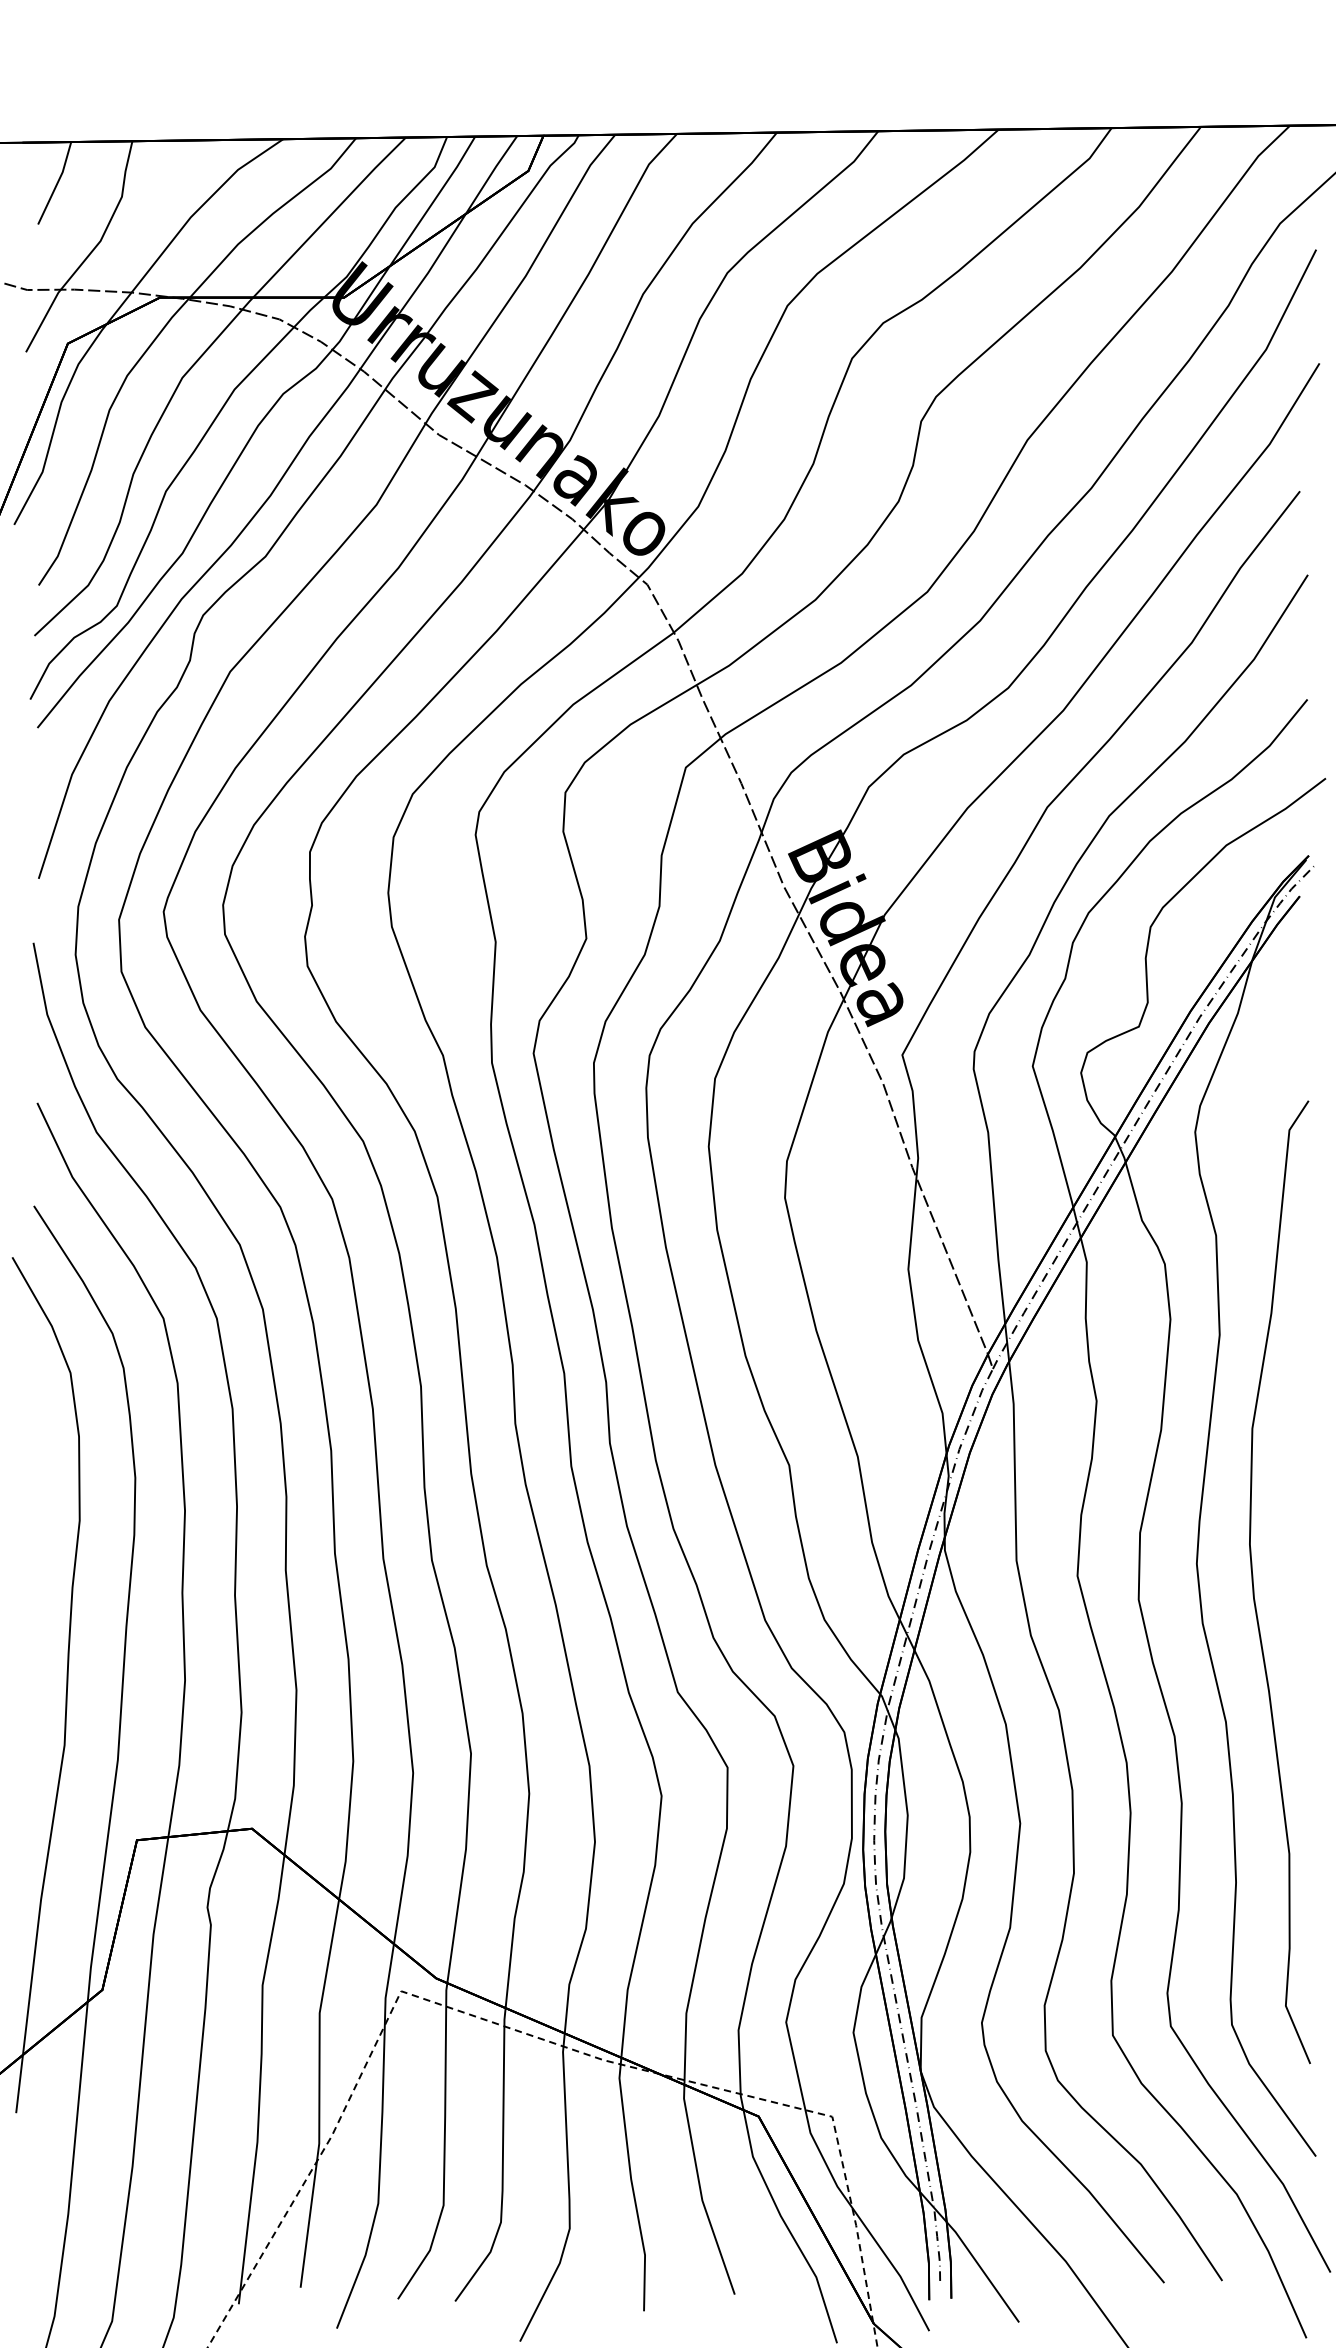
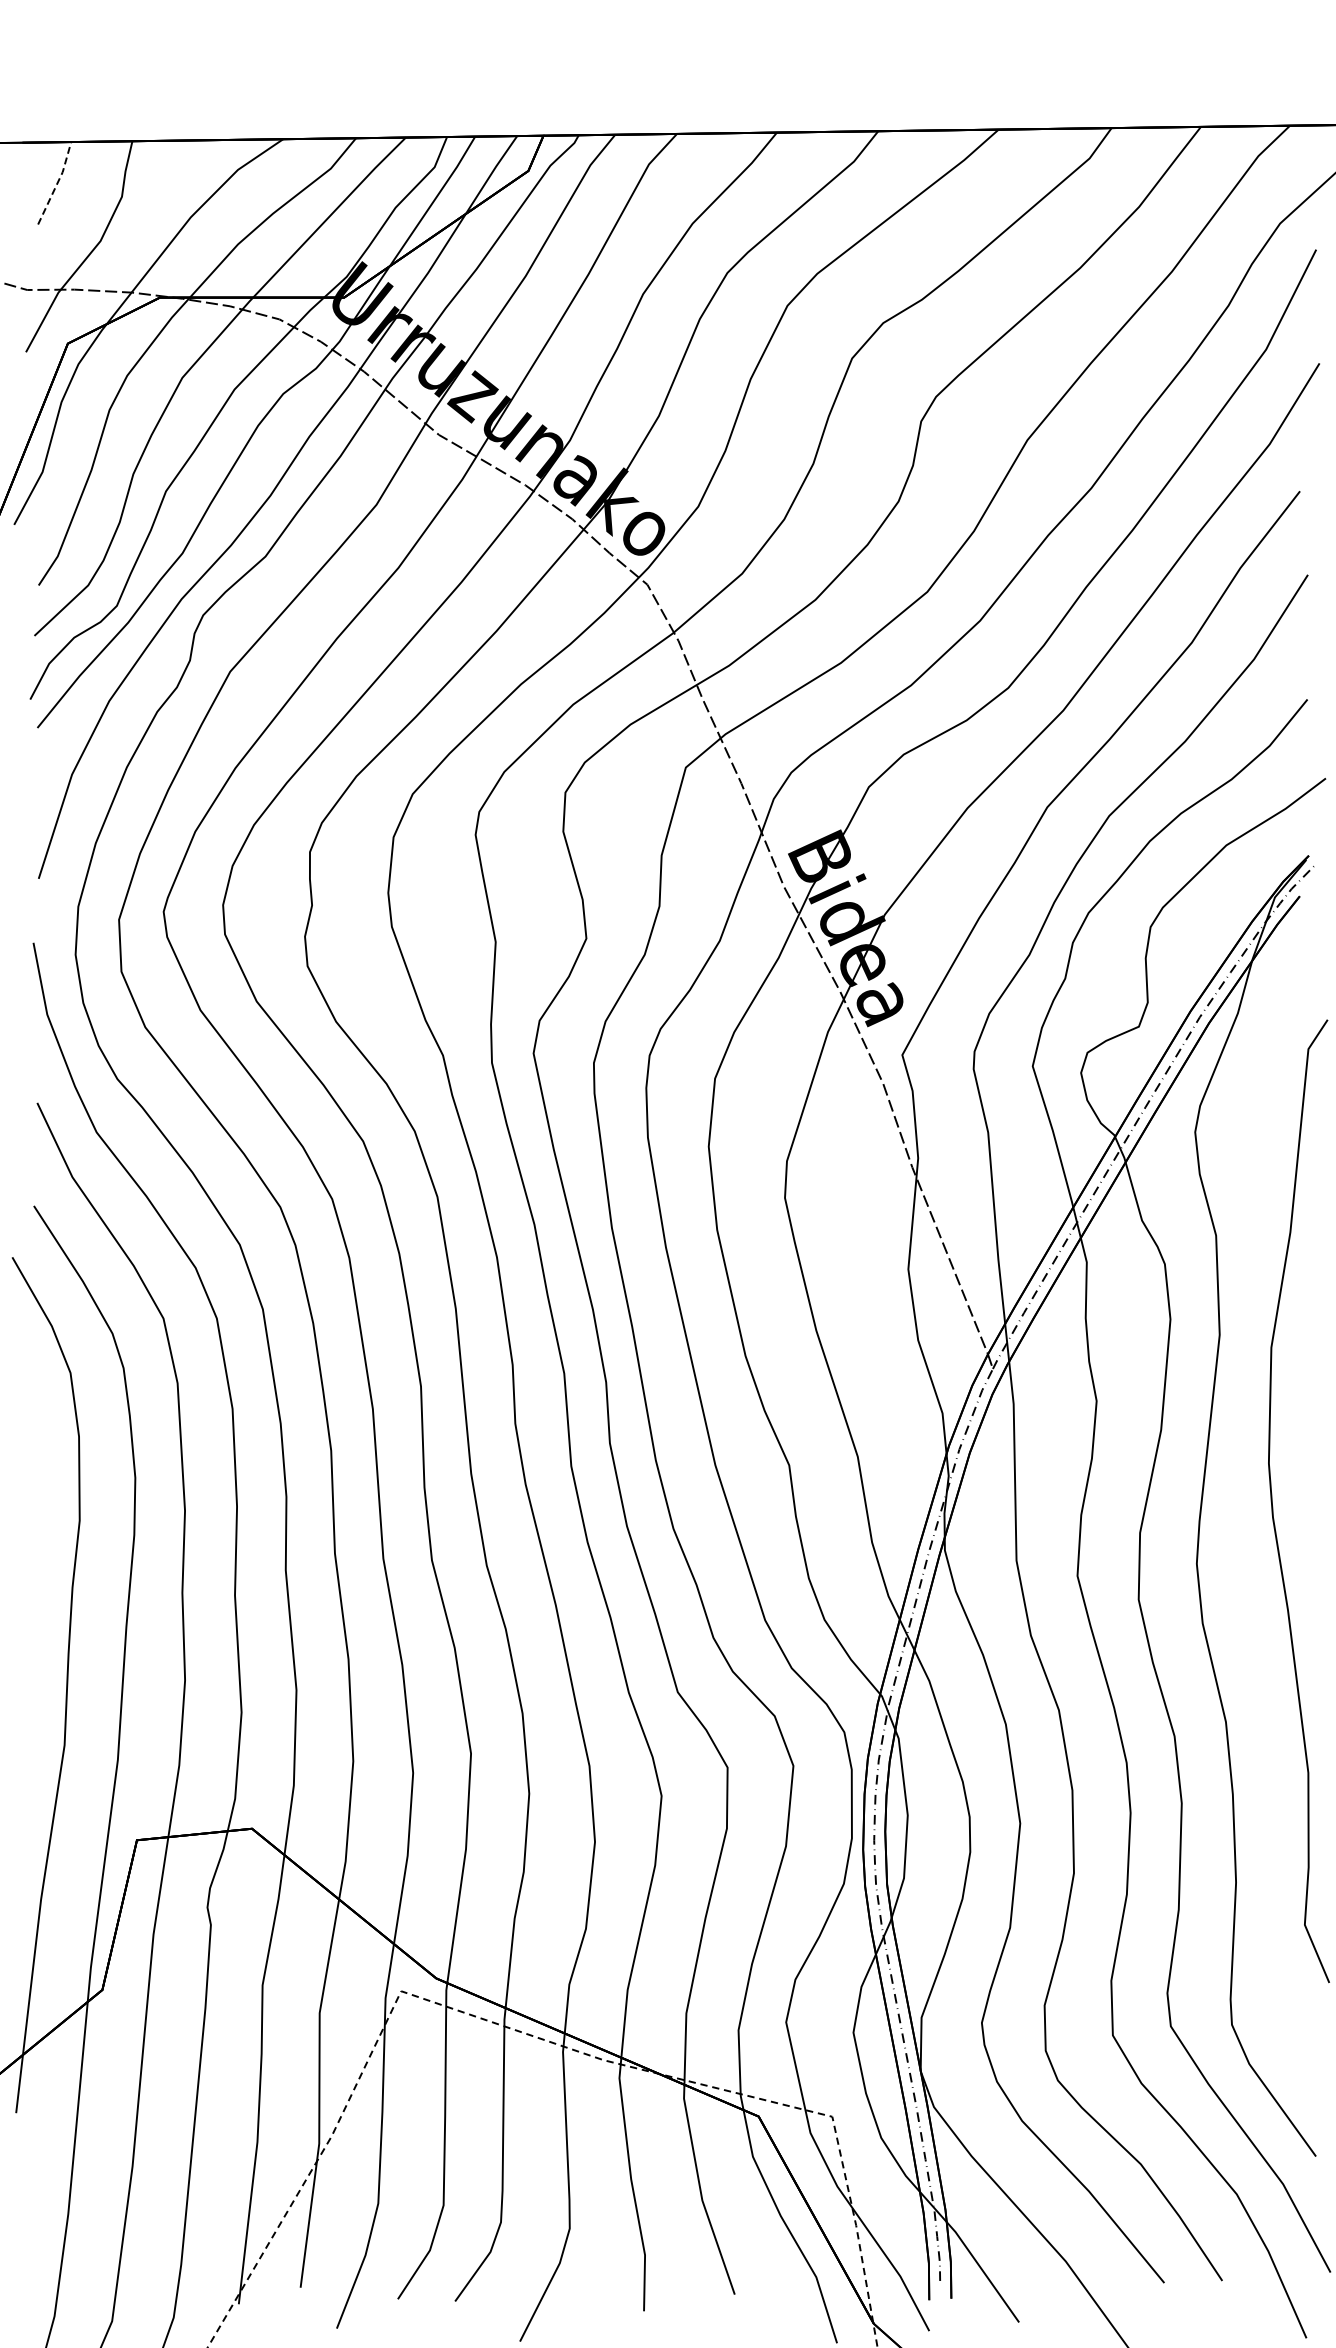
line at (57, 183): solid -> dashed
curve at (1254, 1587) position: (1254, 1587) -> (1273, 1506)
